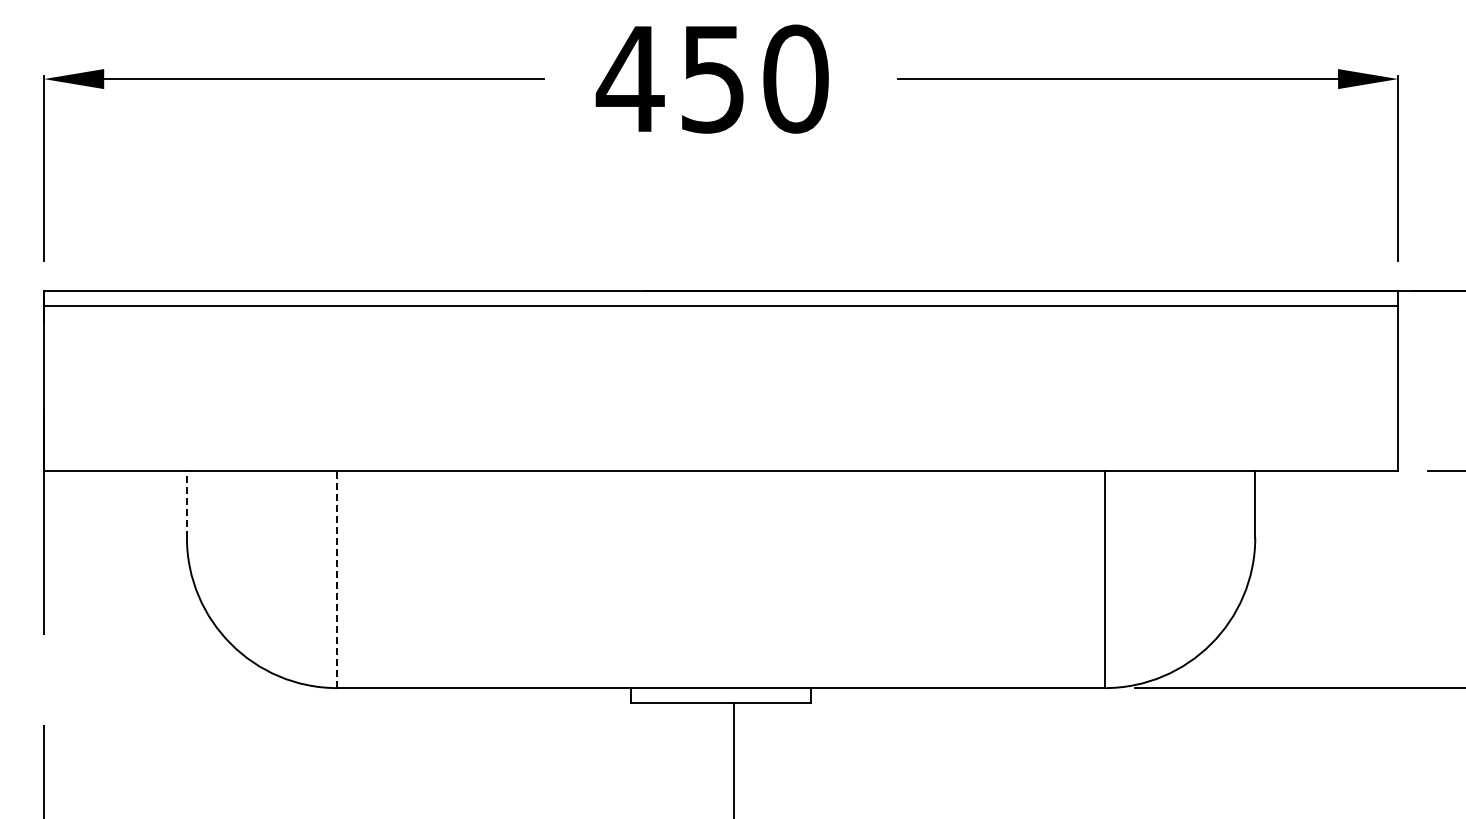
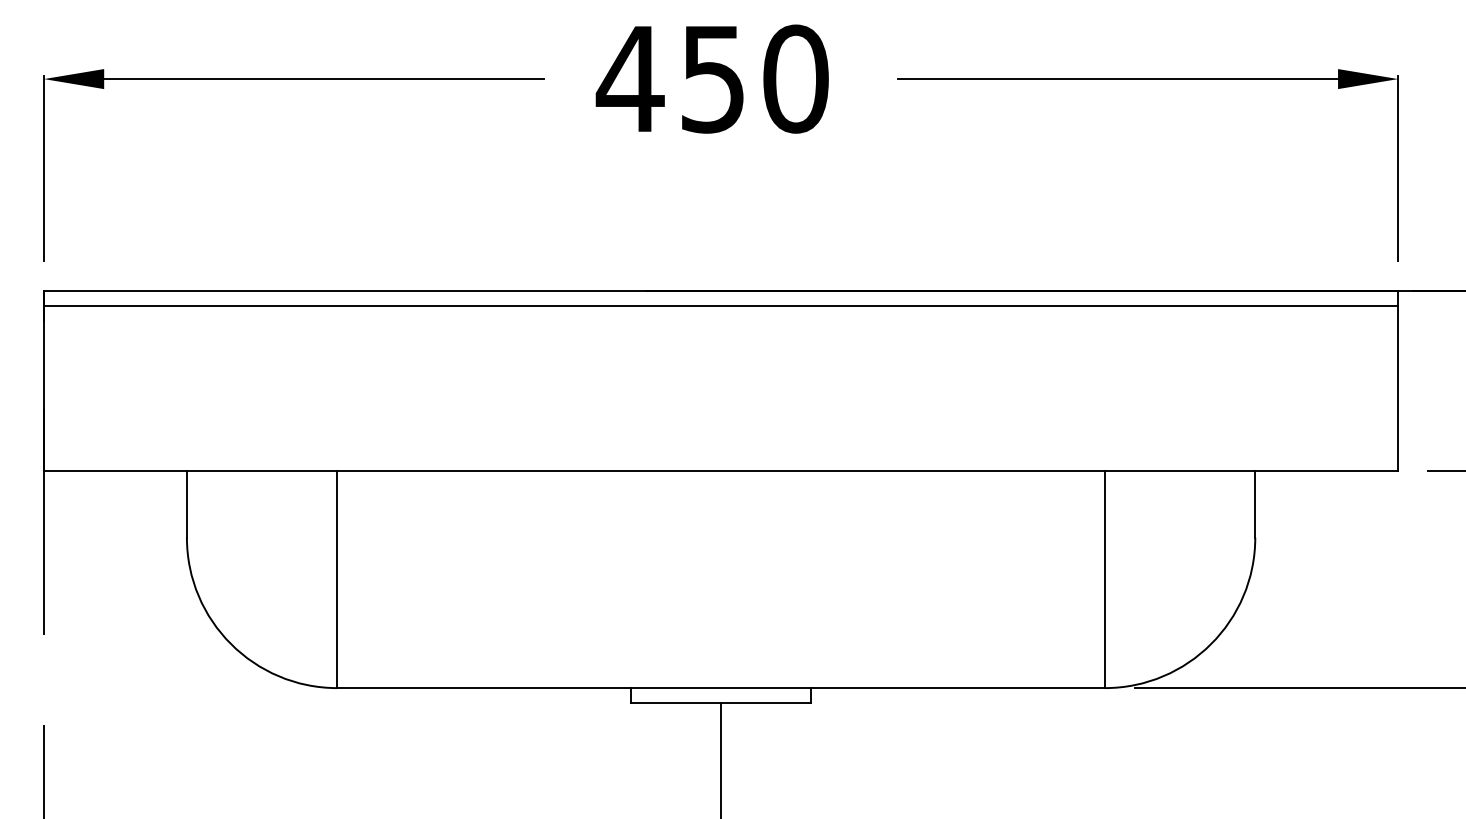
line at (186, 504): dashed -> solid
line at (337, 579): dashed -> solid
line at (734, 759) position: (734, 759) -> (721, 759)
